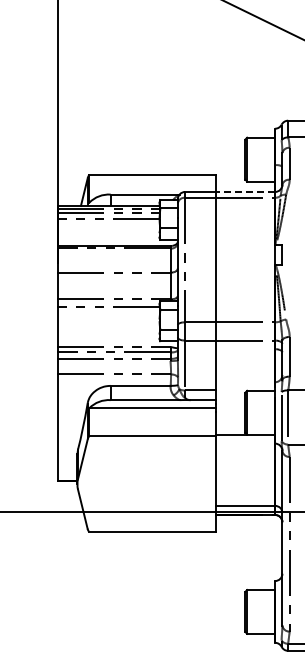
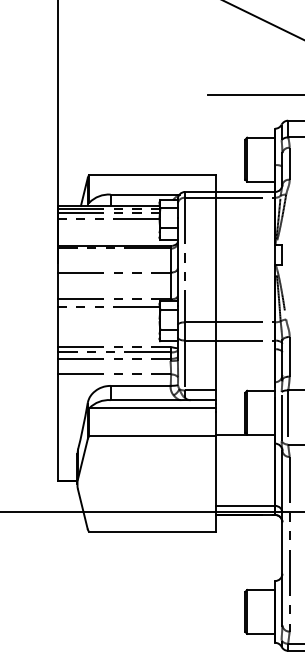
line at (254, 95): none -> present
line at (245, 191): dashed -> solid
